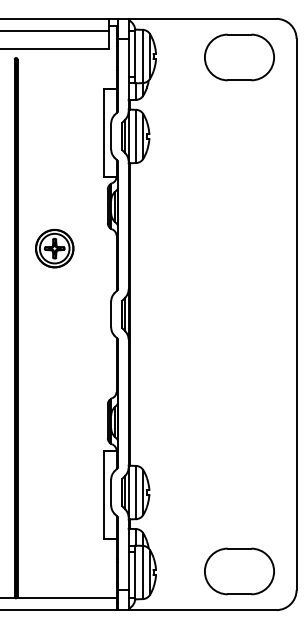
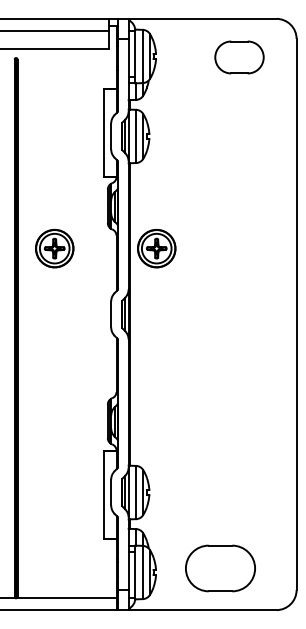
part at (239, 57) size: 71x49 px -> 51x35 px
part at (156, 248): none -> present
part at (239, 571) position: (239, 571) -> (220, 568)
